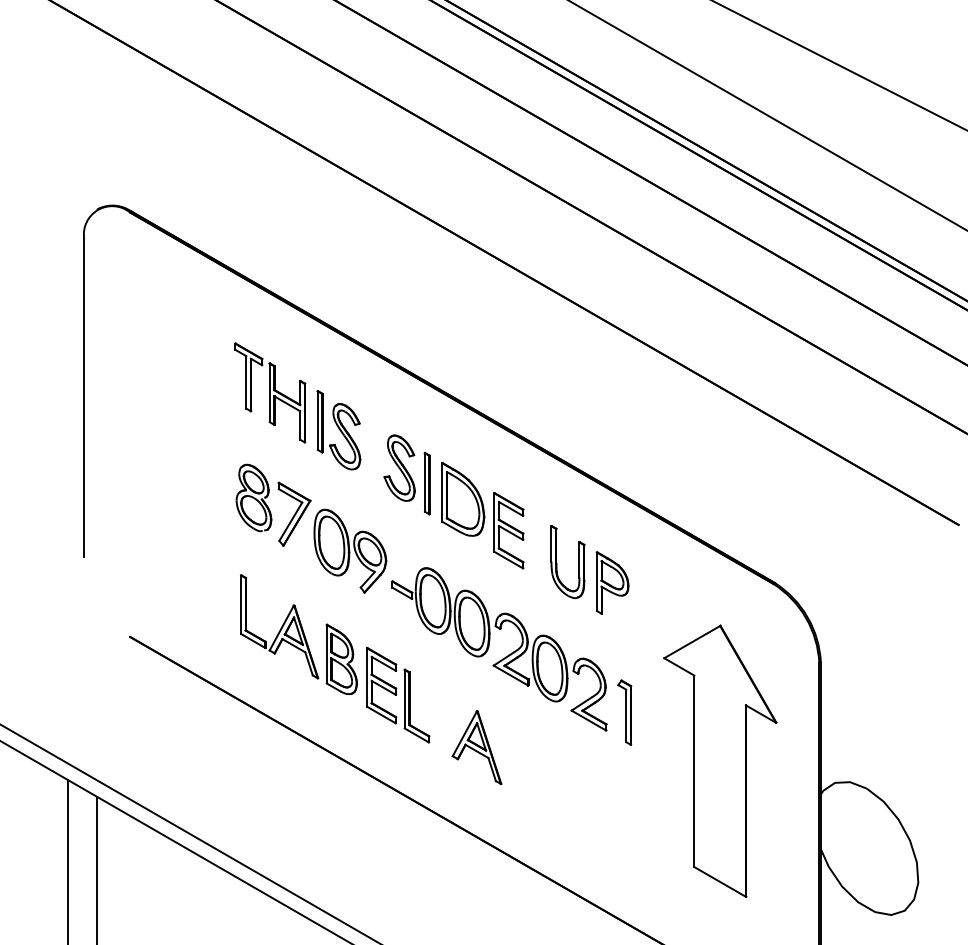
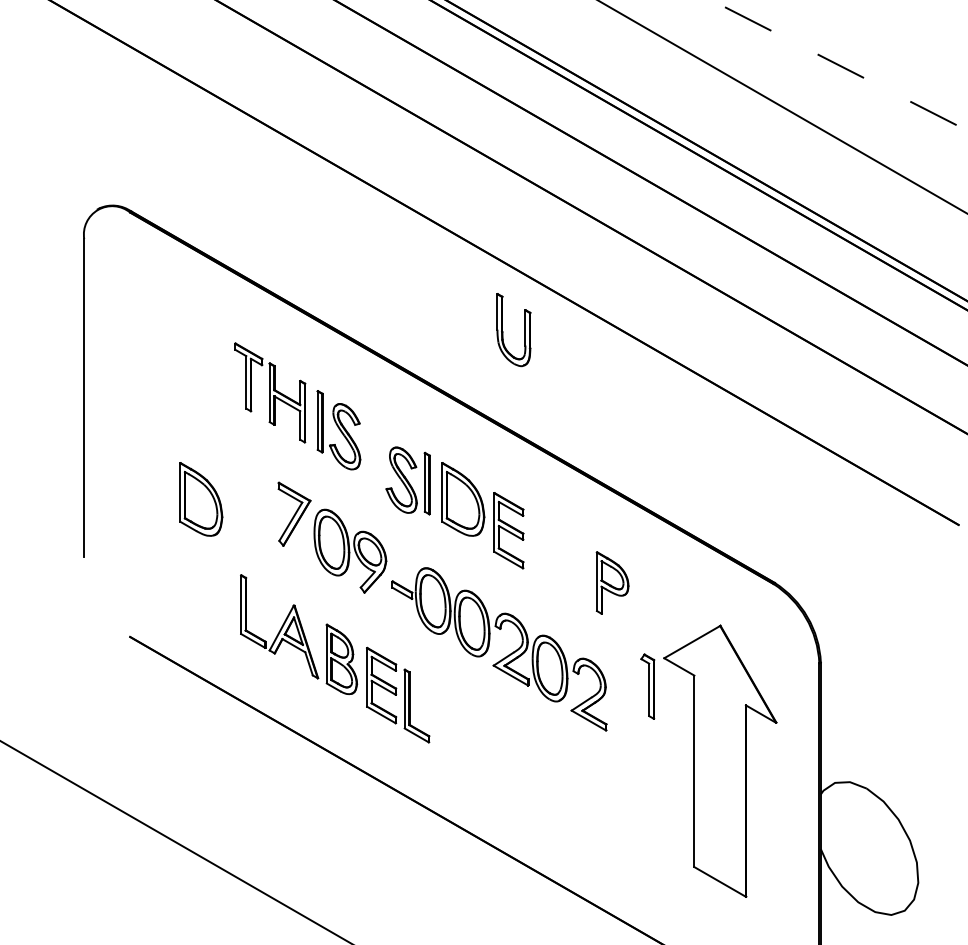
line at (839, 65): solid -> dashed
line at (767, 115) position: (767, 115) -> (782, 107)
part at (399, 467) position: (399, 467) -> (401, 479)
part at (253, 497): present -> none
part at (201, 499): none -> present
part at (557, 563) position: (557, 563) -> (503, 331)
part at (624, 712) position: (624, 712) -> (647, 686)
part at (476, 747): present -> none
line at (189, 833): present -> none
line at (68, 860): present -> none
line at (96, 868): present -> none
